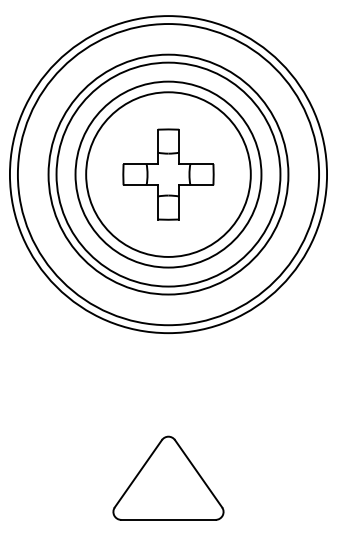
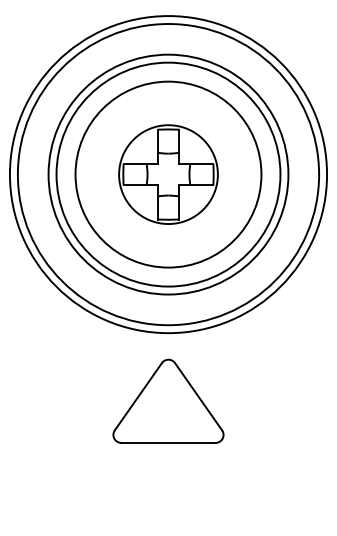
circle at (168, 174) diameter: 165 px -> 99 px
part at (168, 477) position: (168, 477) -> (168, 400)
